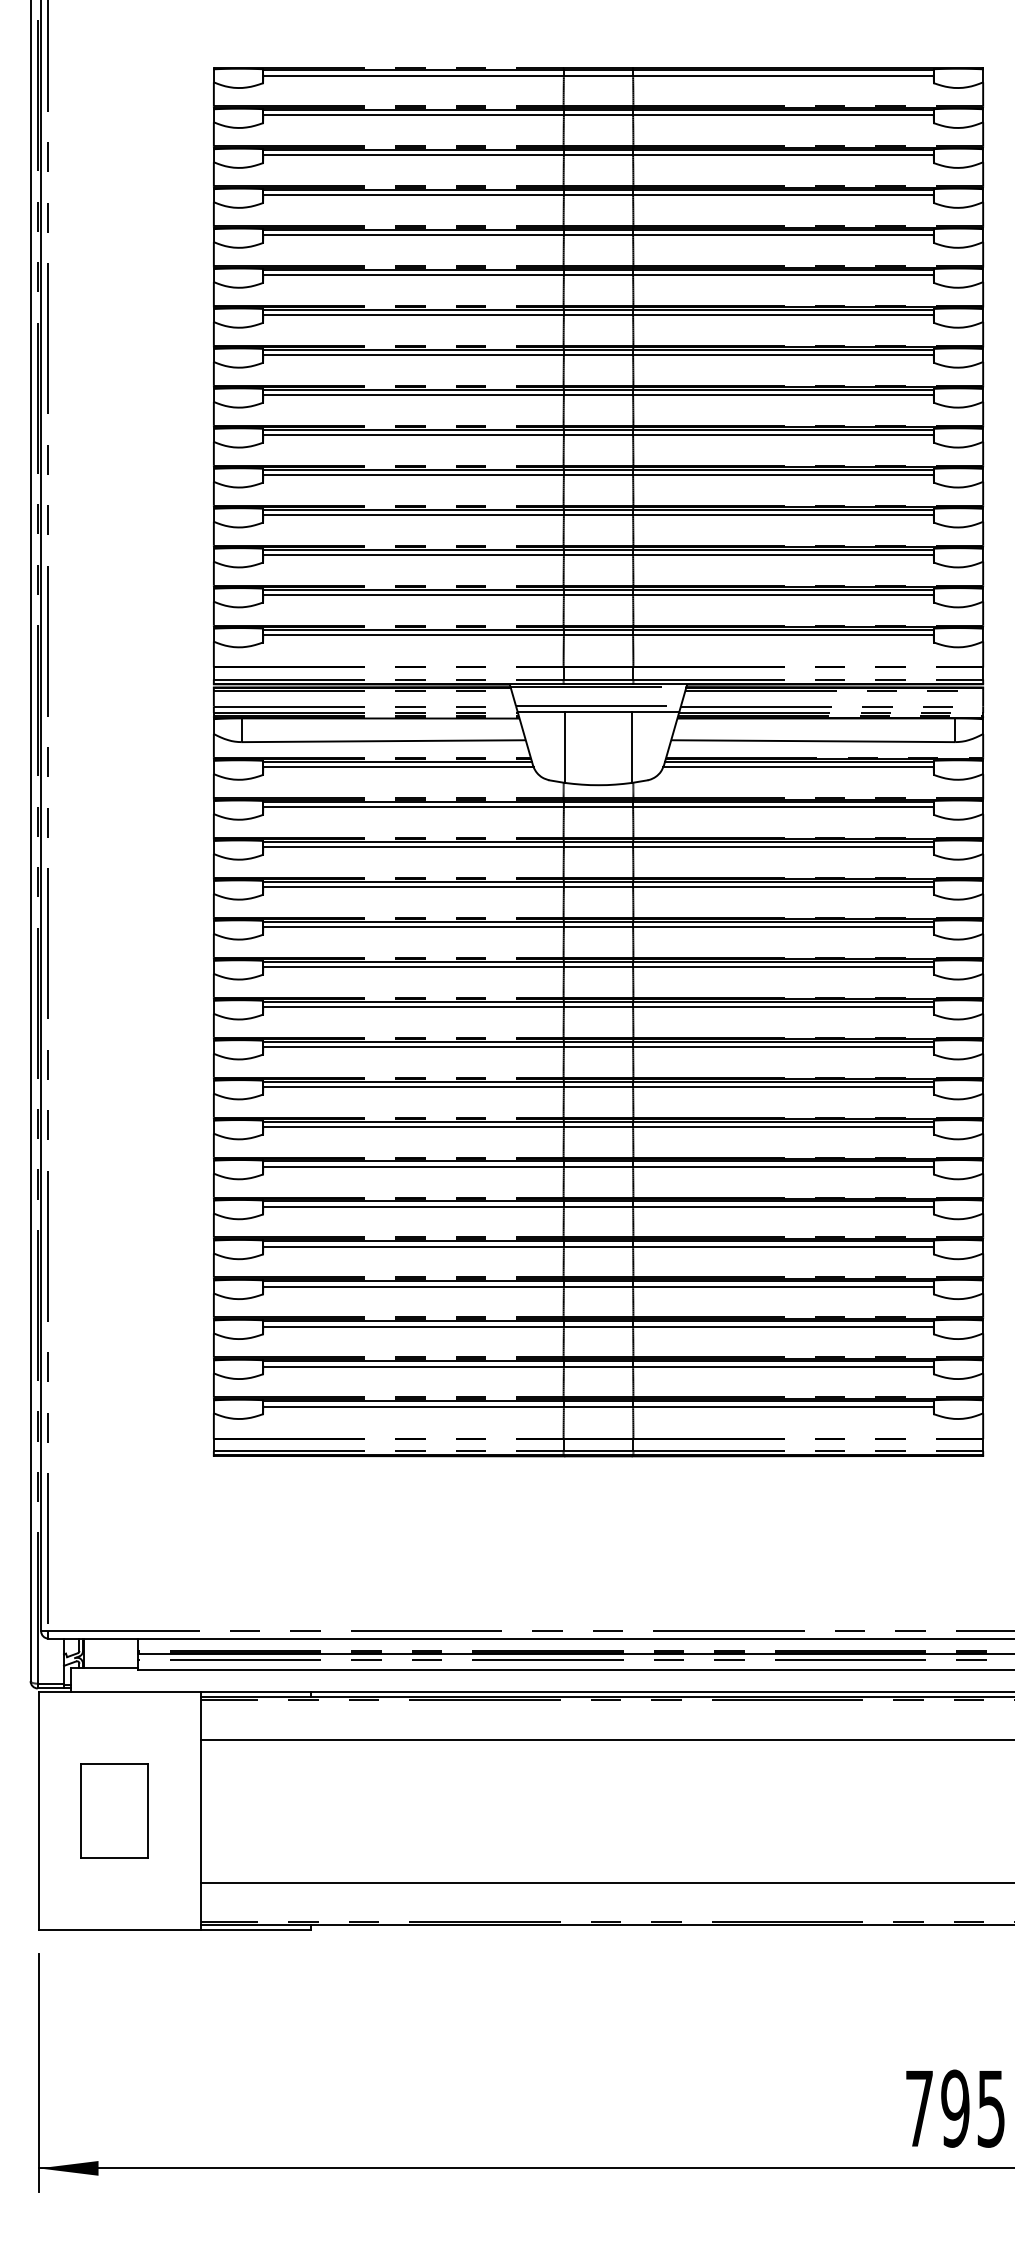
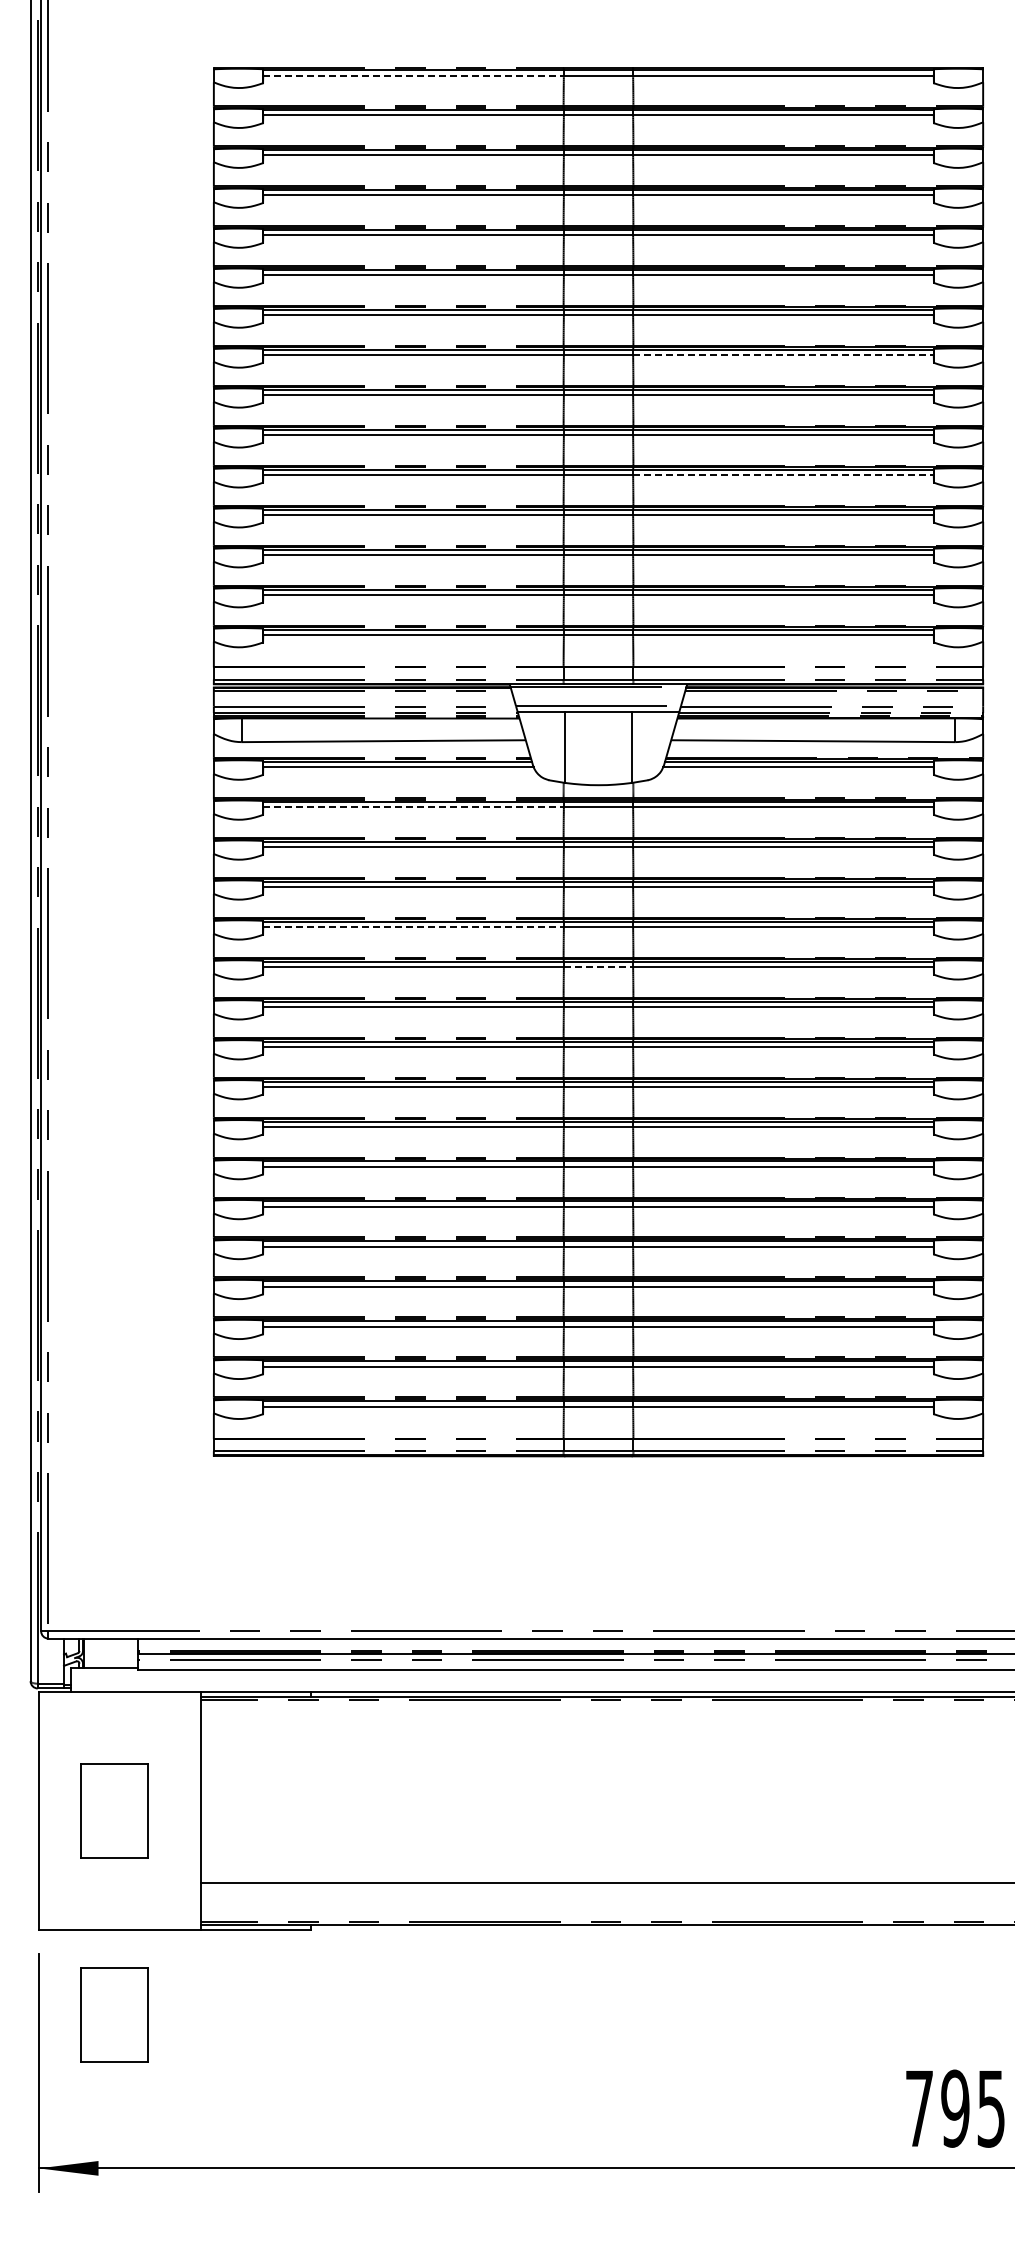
line at (414, 75): solid -> dashed
line at (783, 355): solid -> dashed
line at (783, 475): solid -> dashed
line at (414, 807): solid -> dashed
line at (414, 927): solid -> dashed
line at (598, 967): solid -> dashed
line at (605, 1739): present -> none
part at (114, 2014): none -> present
